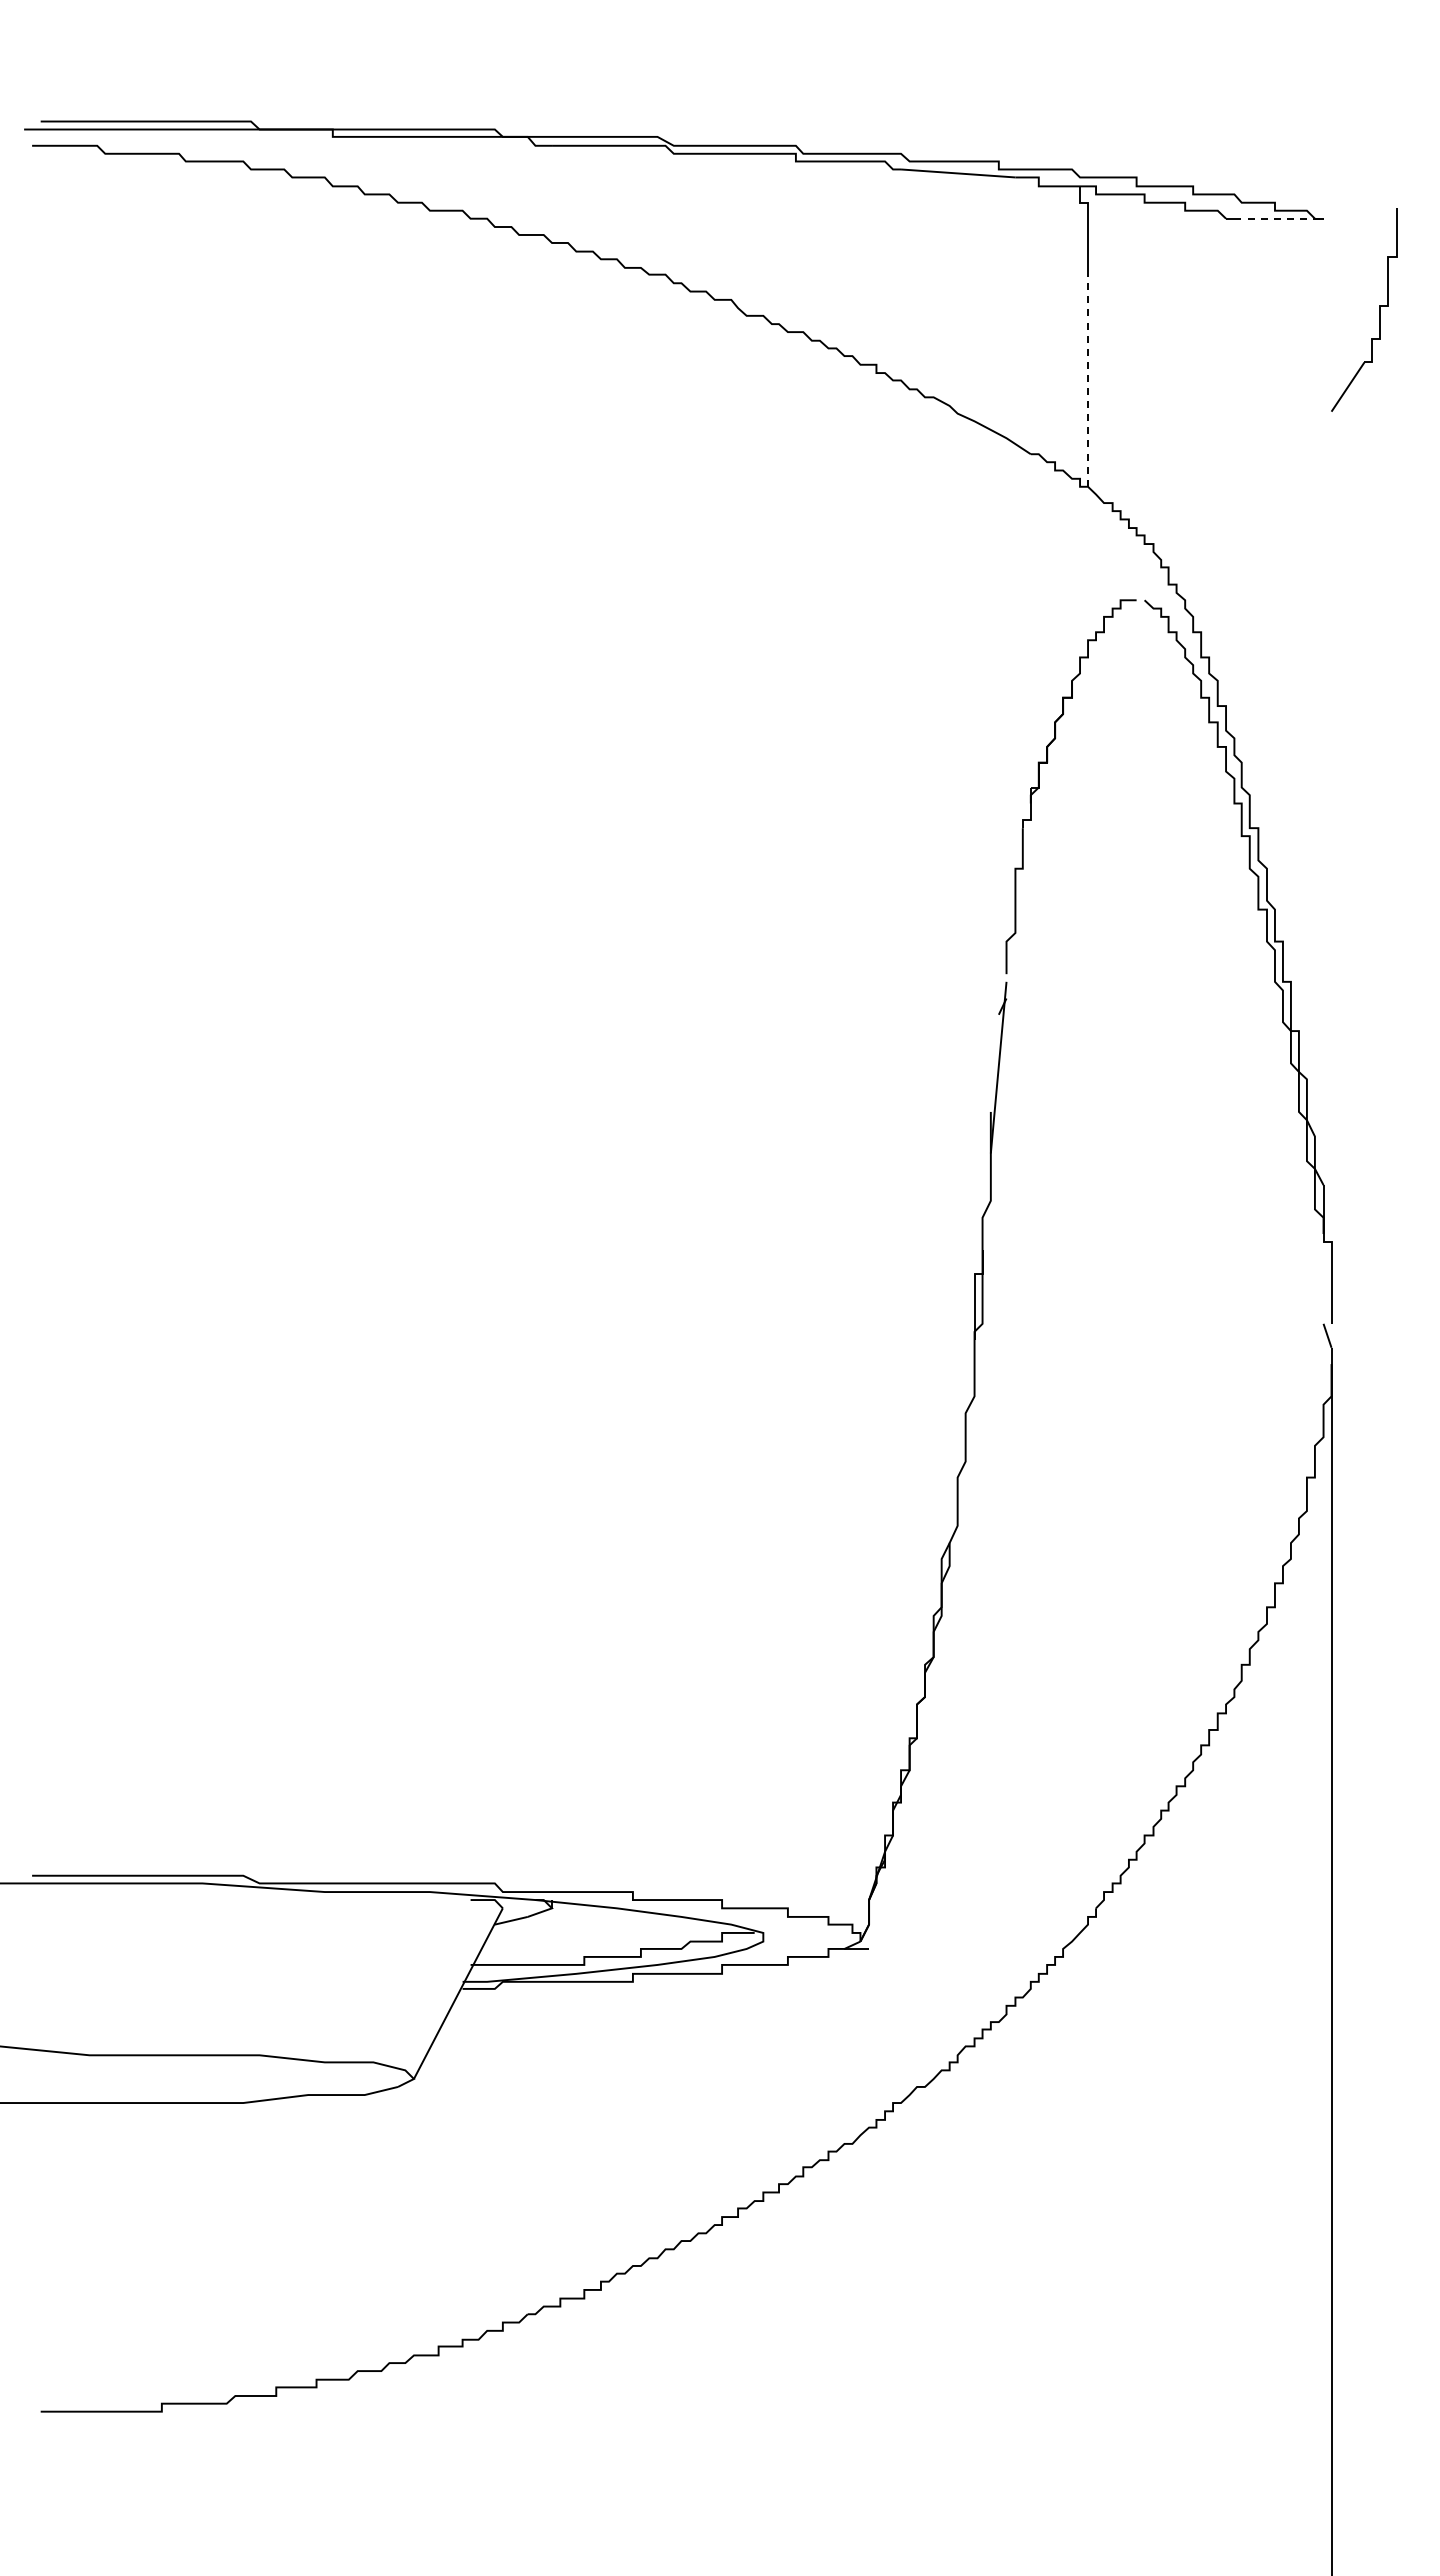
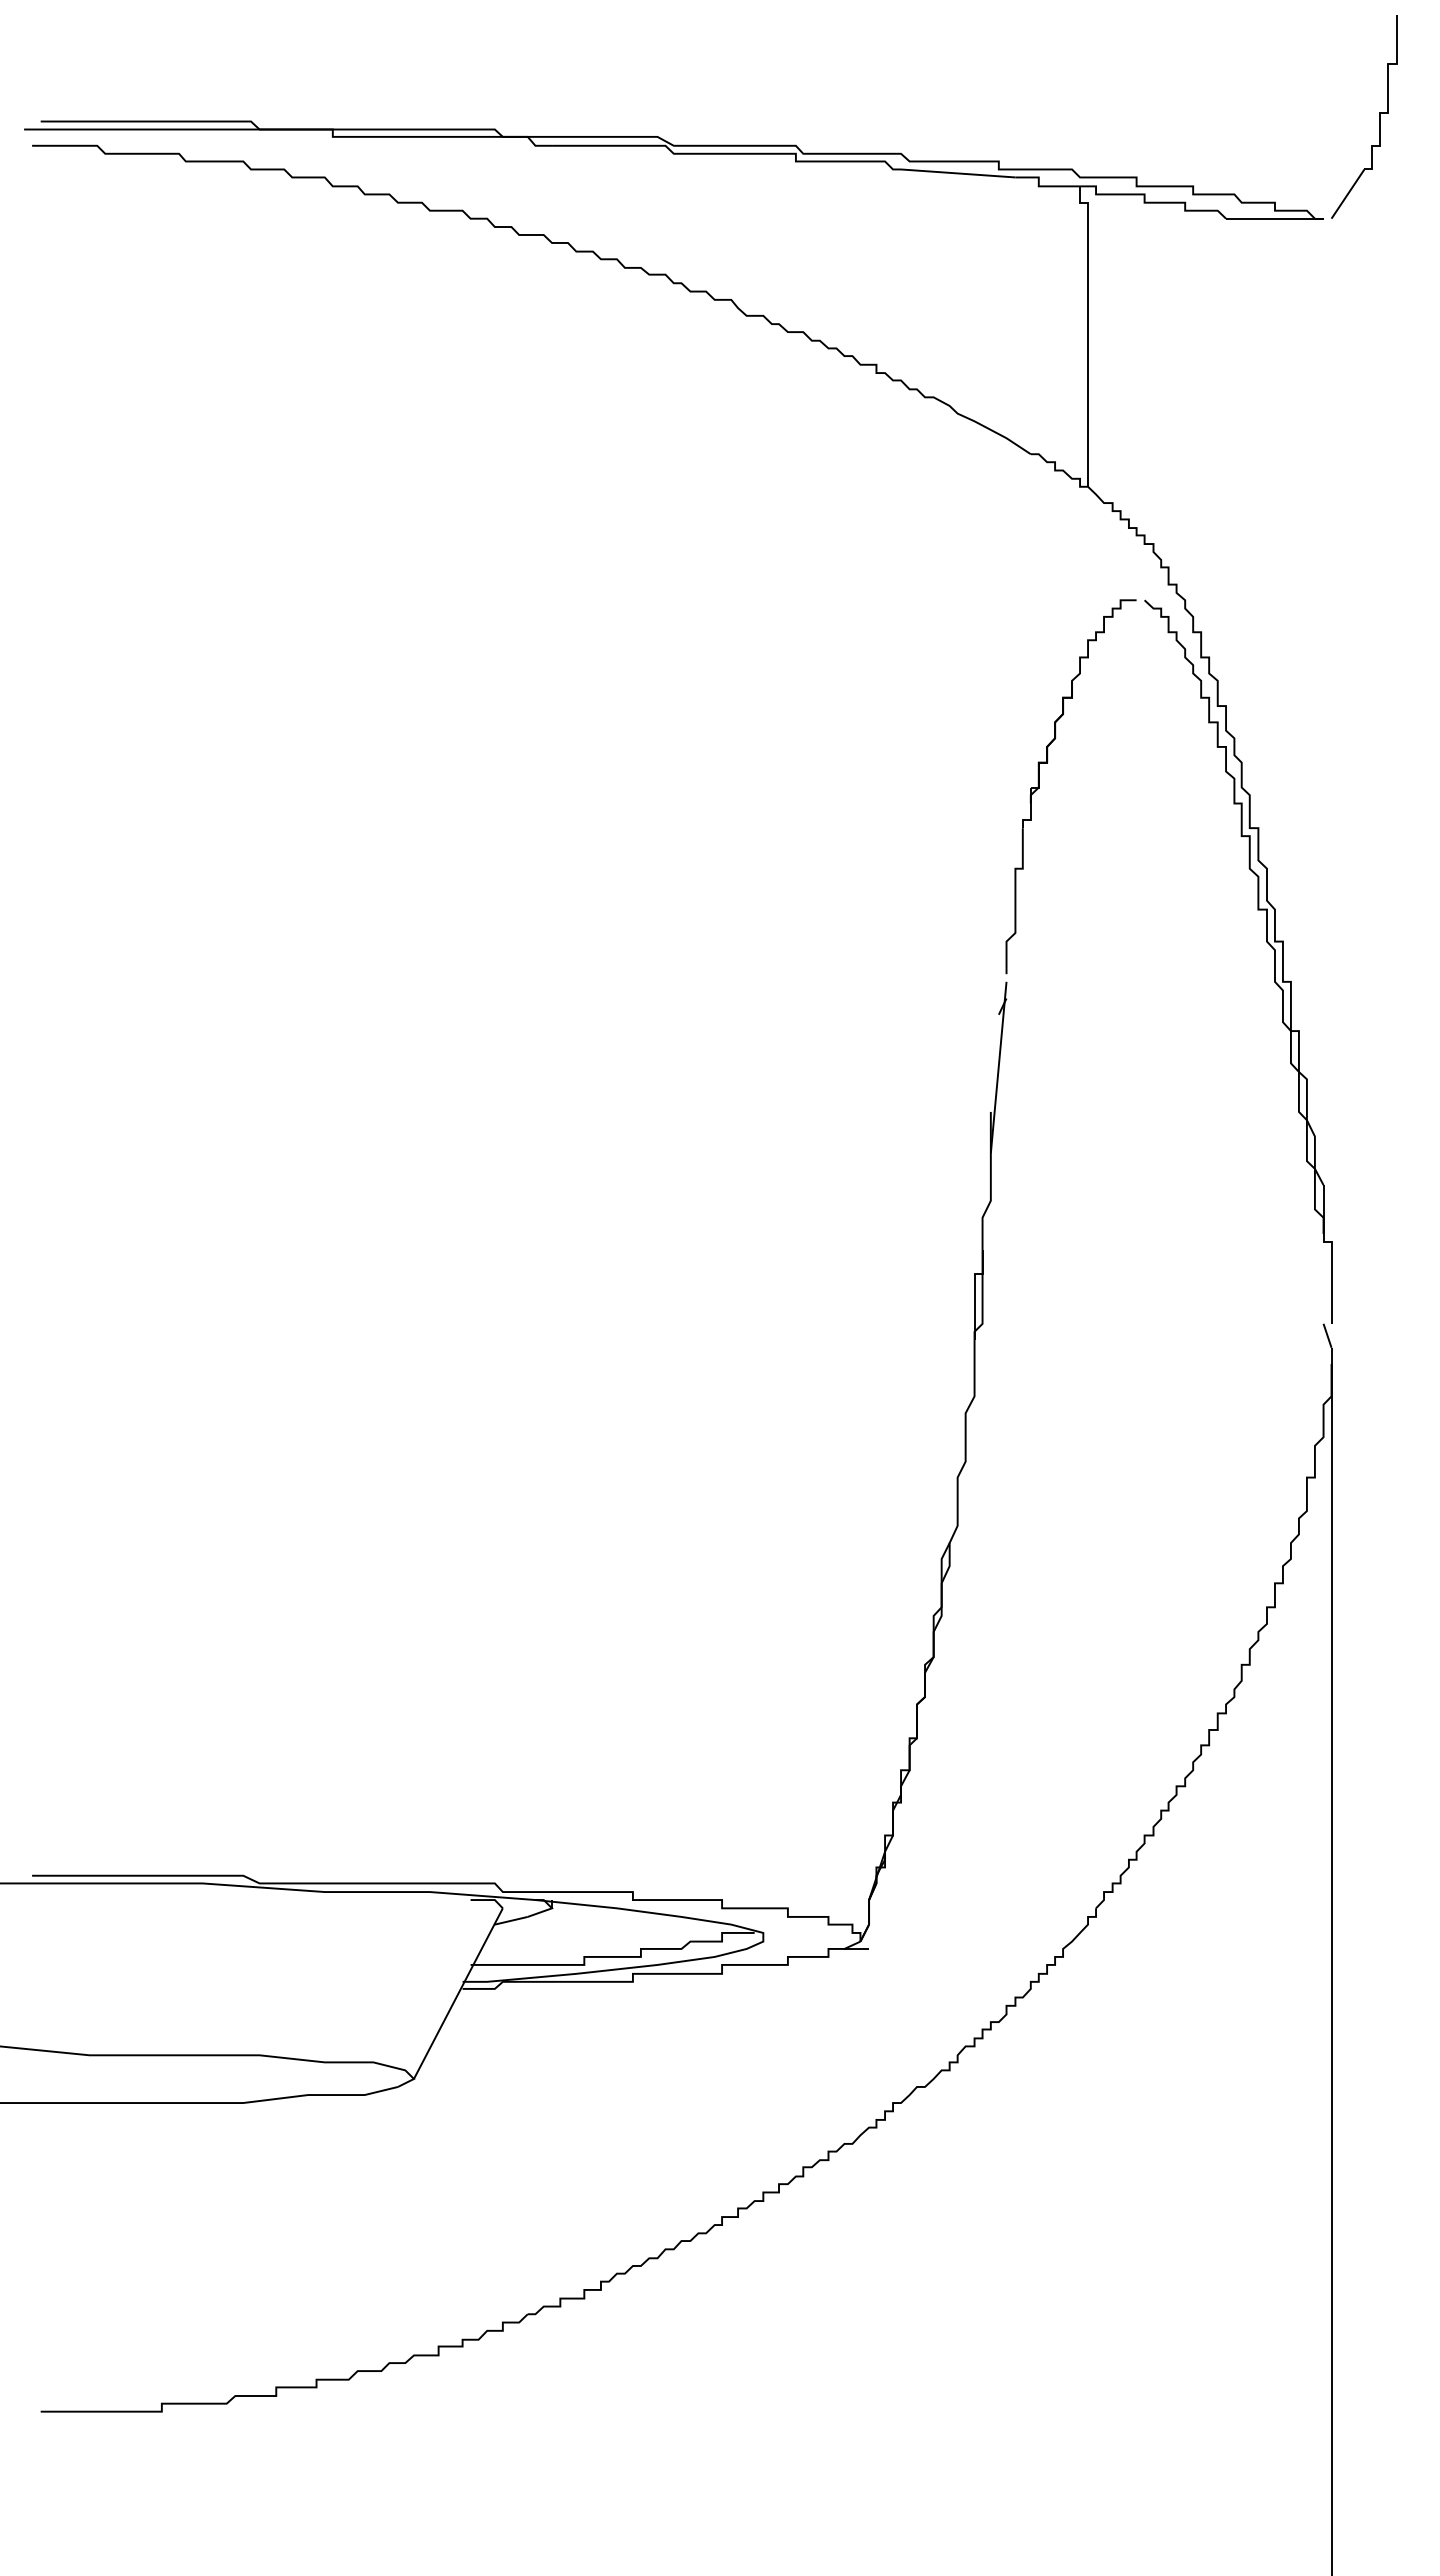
line at (1278, 218): dashed -> solid
part at (1379, 309) position: (1379, 309) -> (1379, 116)
line at (1088, 380): dashed -> solid
